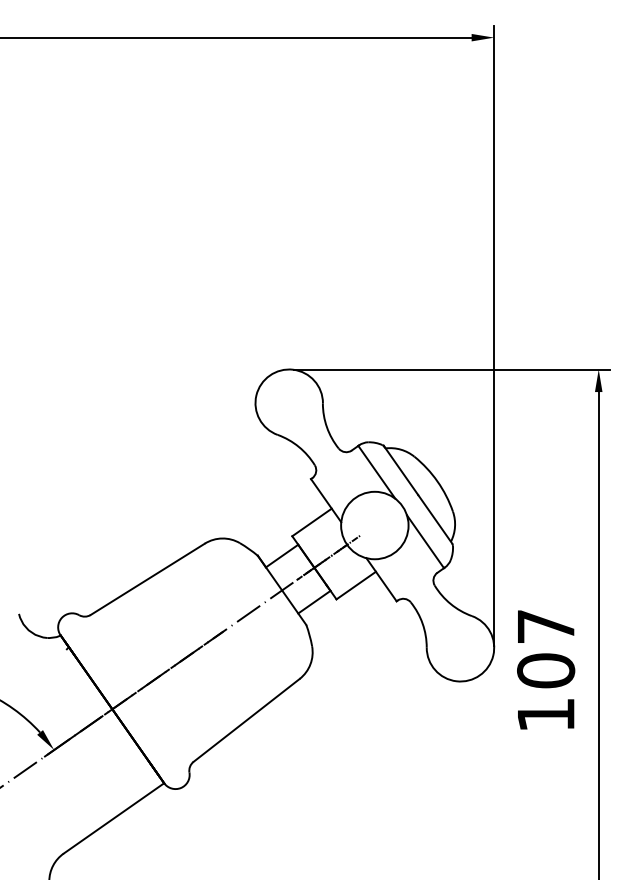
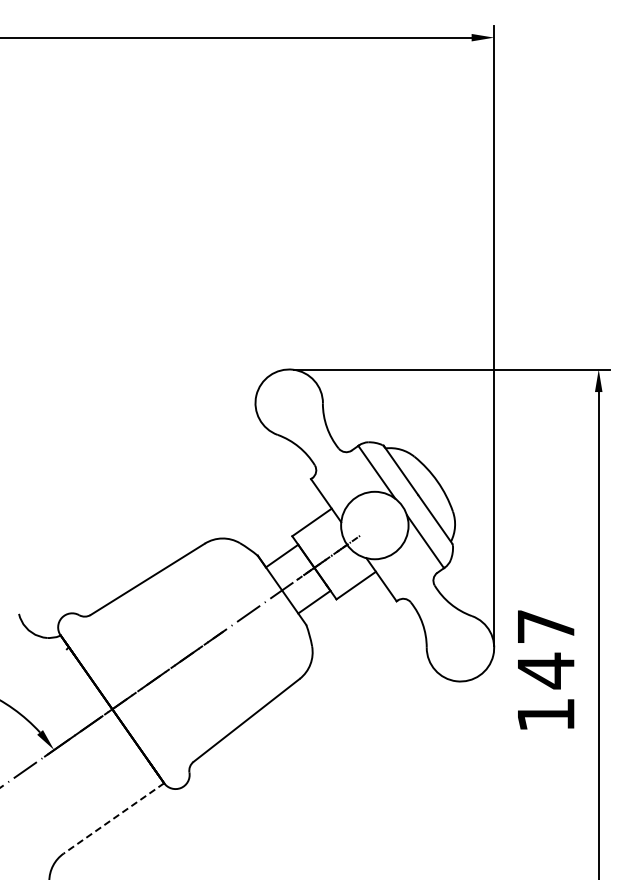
text at (546, 670): 107 -> 147
line at (113, 818): solid -> dashed
